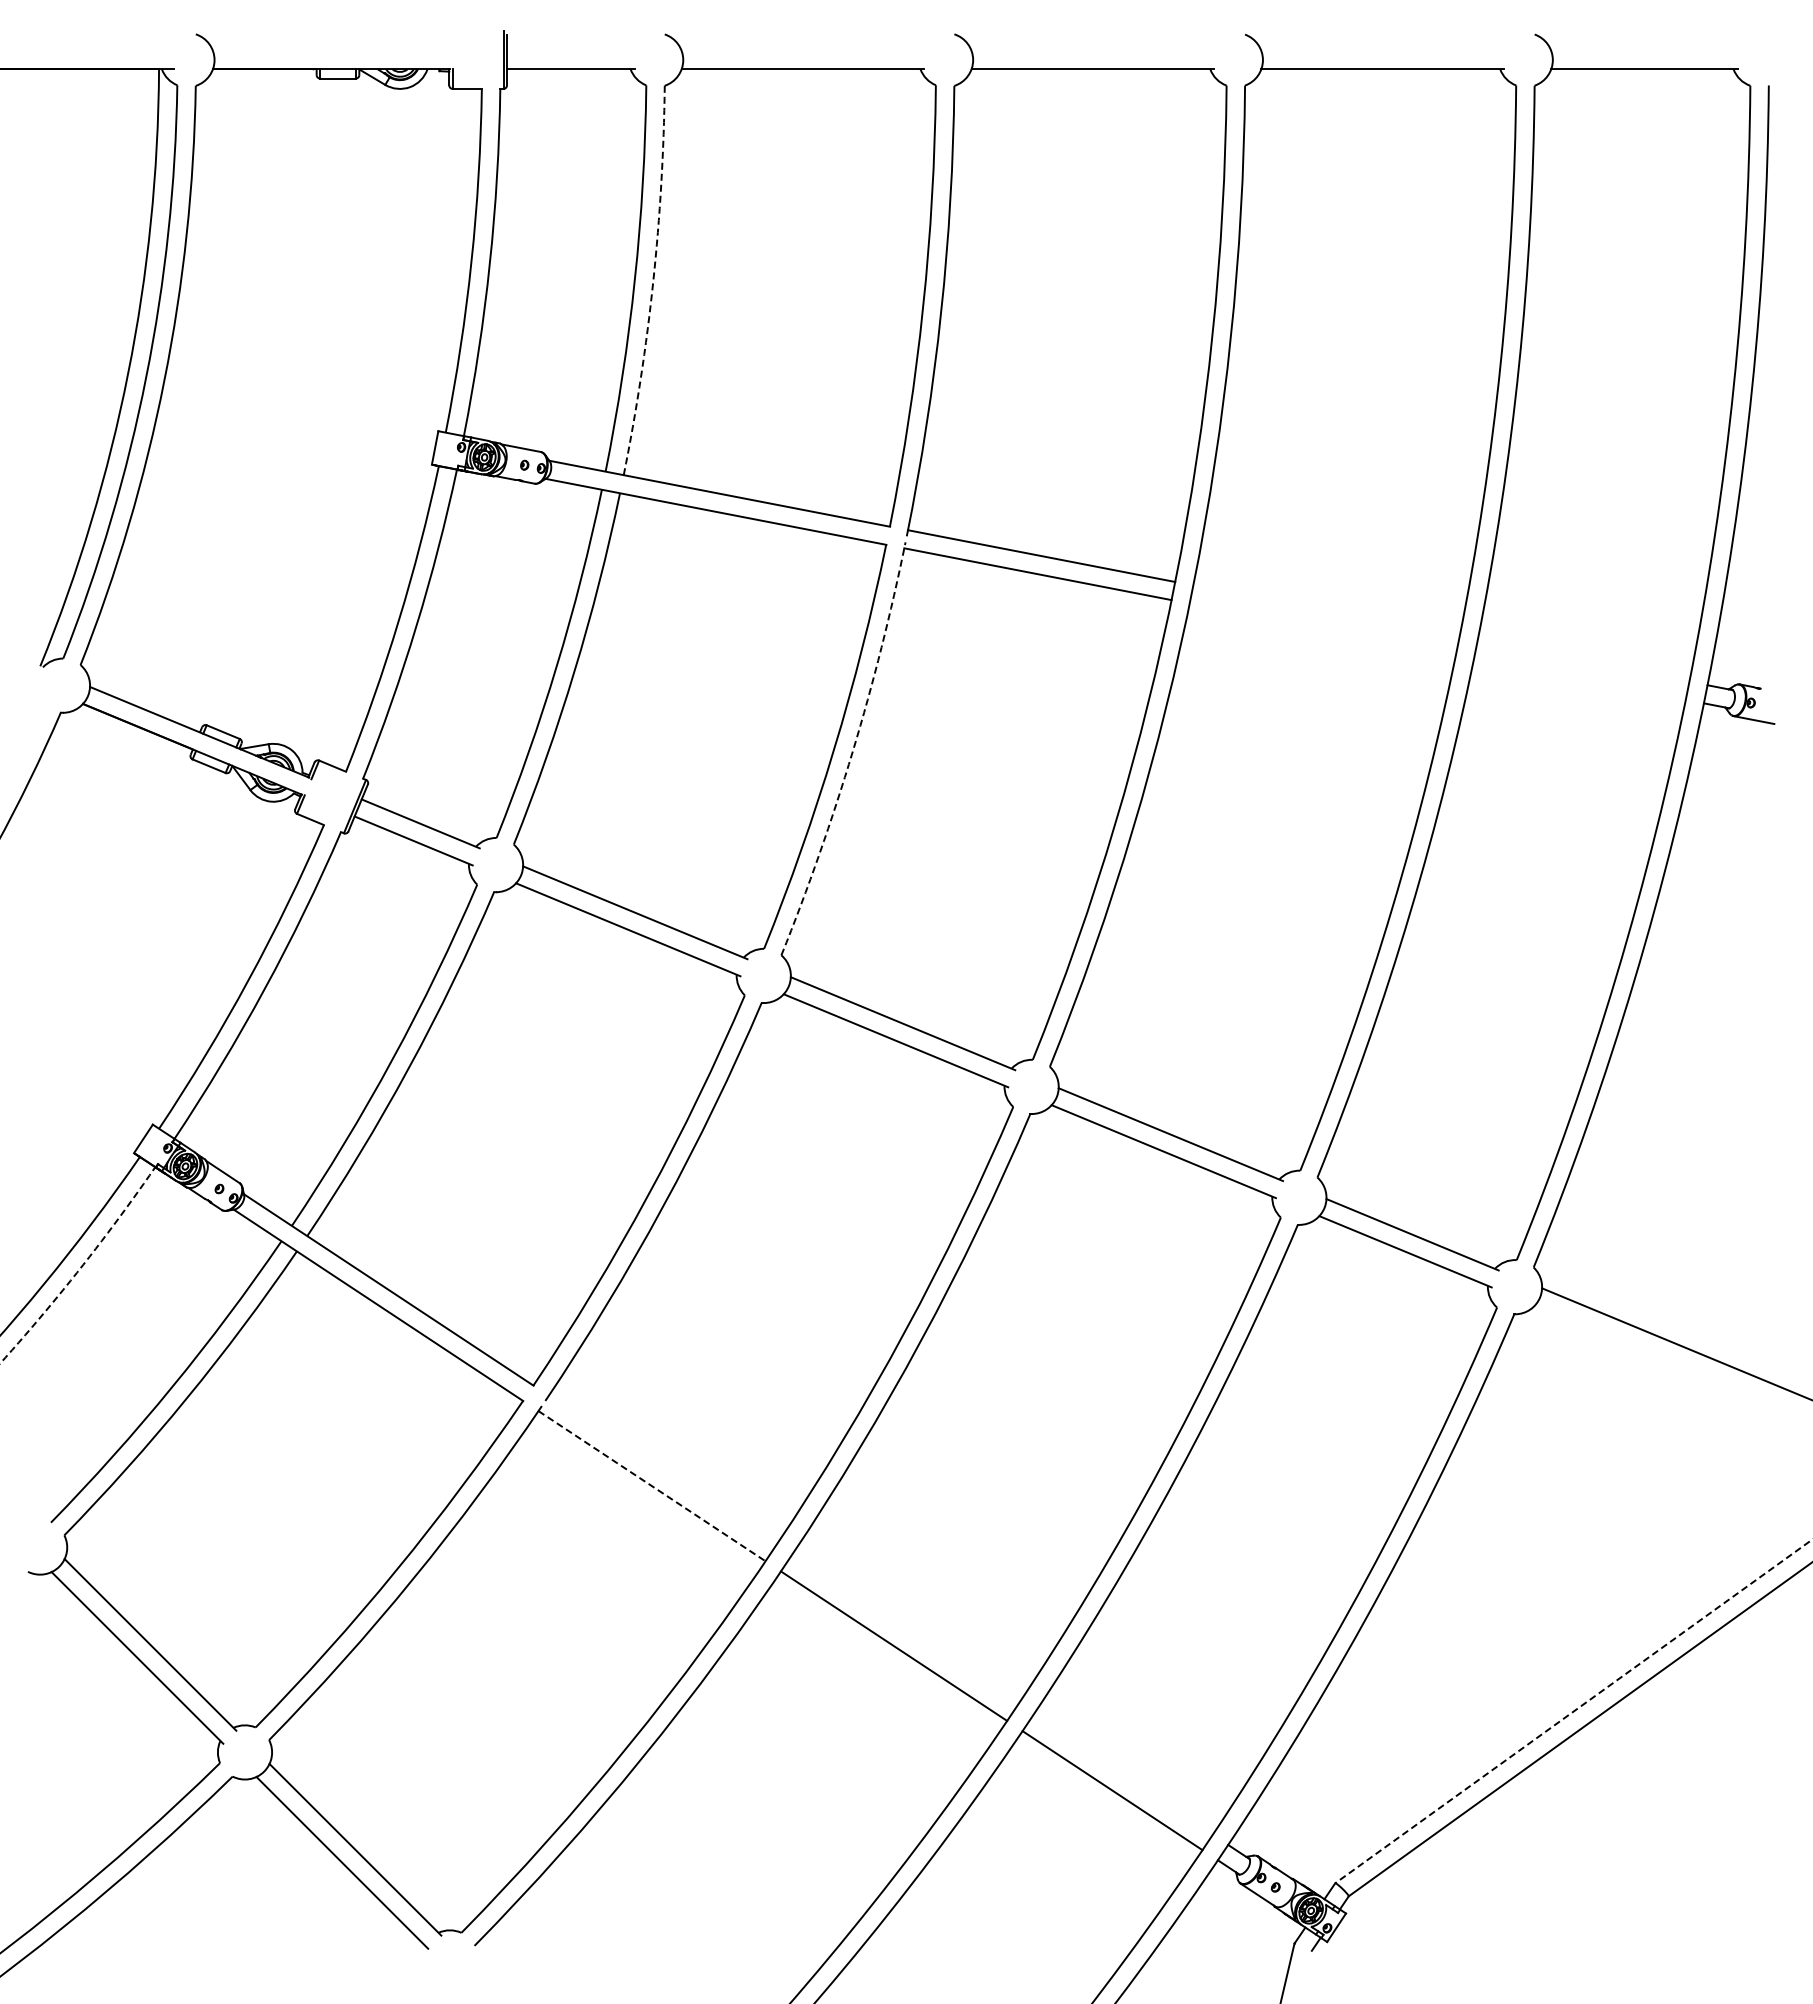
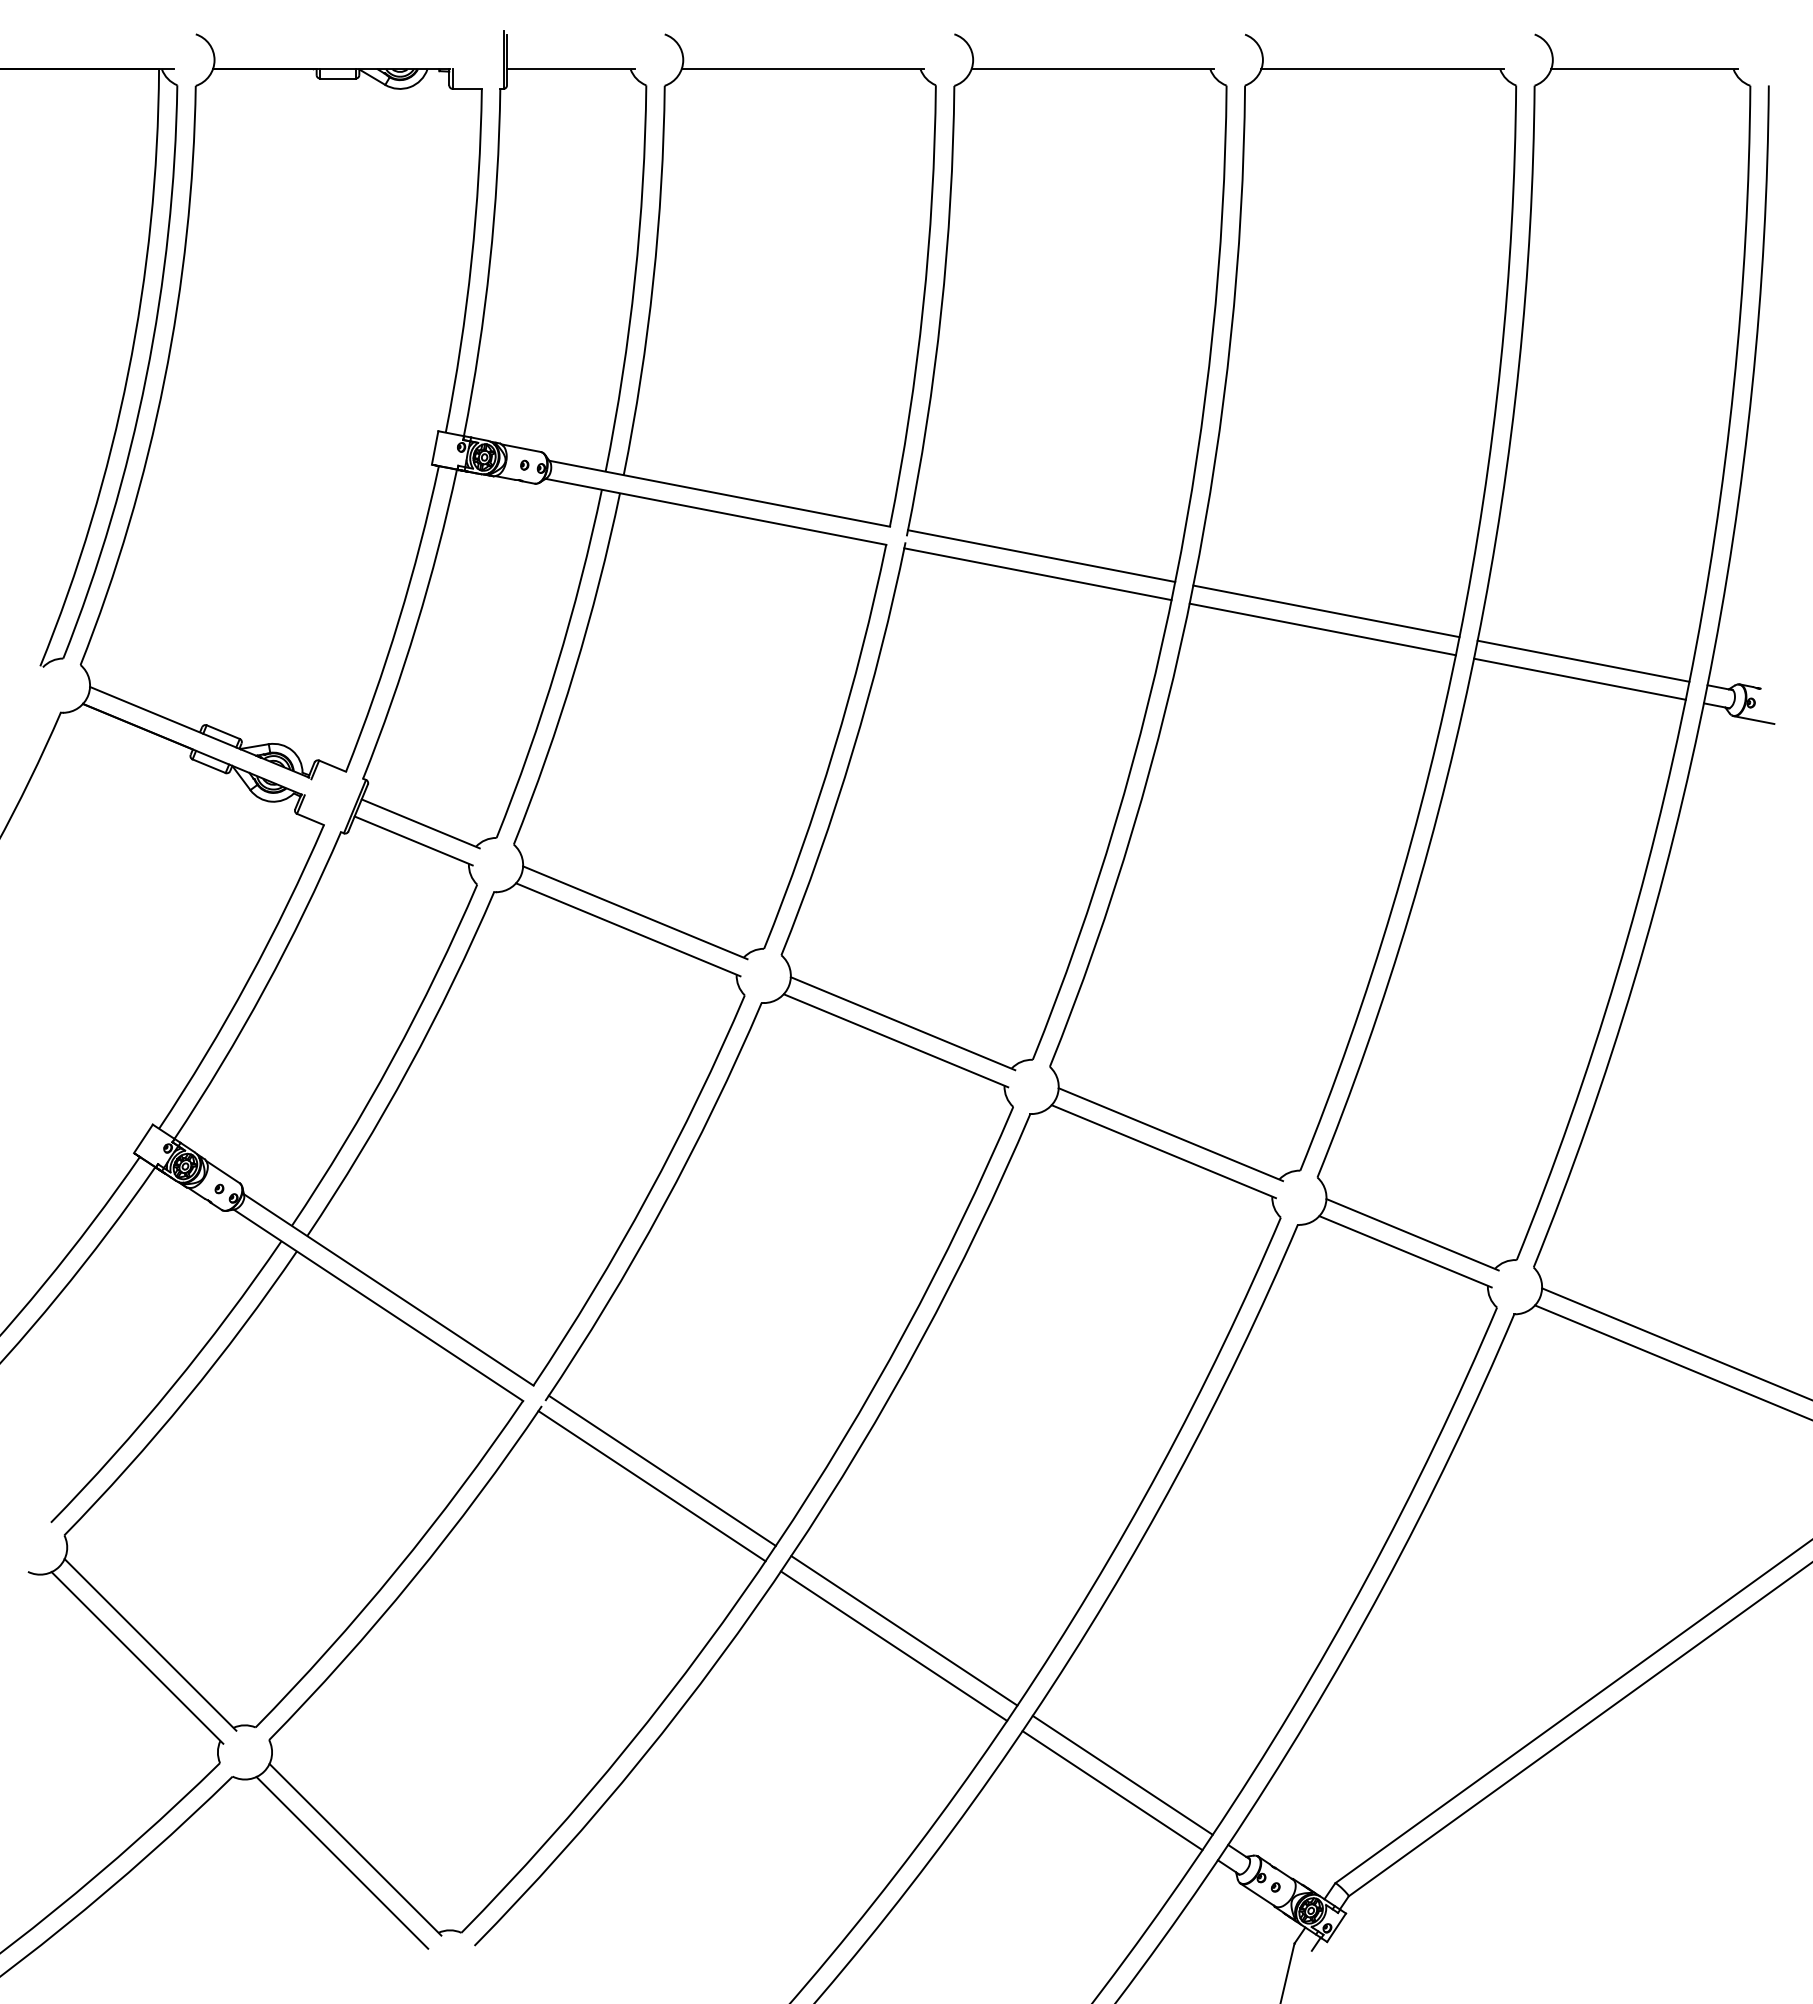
arc at (653, 281): dashed -> solid
line at (1326, 611): none -> present
line at (1322, 629): none -> present
line at (1583, 660): none -> present
line at (1579, 678): none -> present
arc at (852, 751): dashed -> solid
arc at (80, 1267): dashed -> solid
line at (1672, 1362): none -> present
line at (661, 1470): none -> present
line at (652, 1486): dashed -> solid
line at (904, 1630): none -> present
line at (1573, 1711): dashed -> solid
line at (1122, 1774): none -> present
